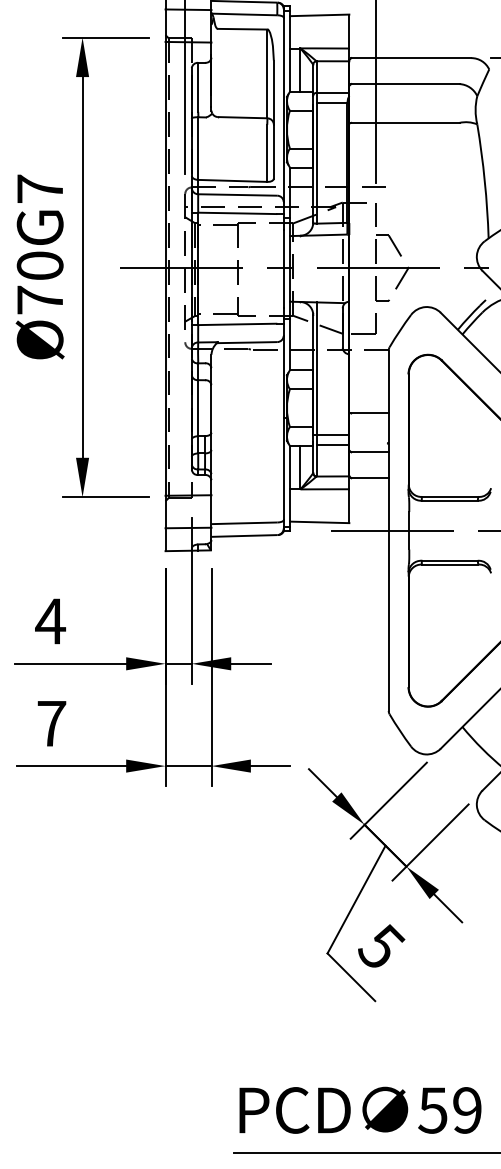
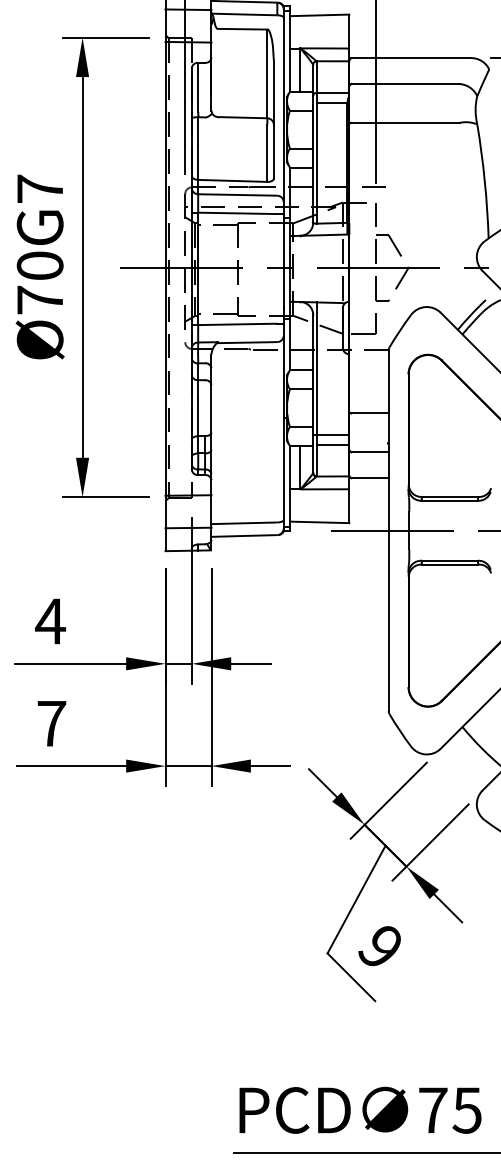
text at (381, 945): 5 -> 9
text at (449, 1110): 59 -> 75
